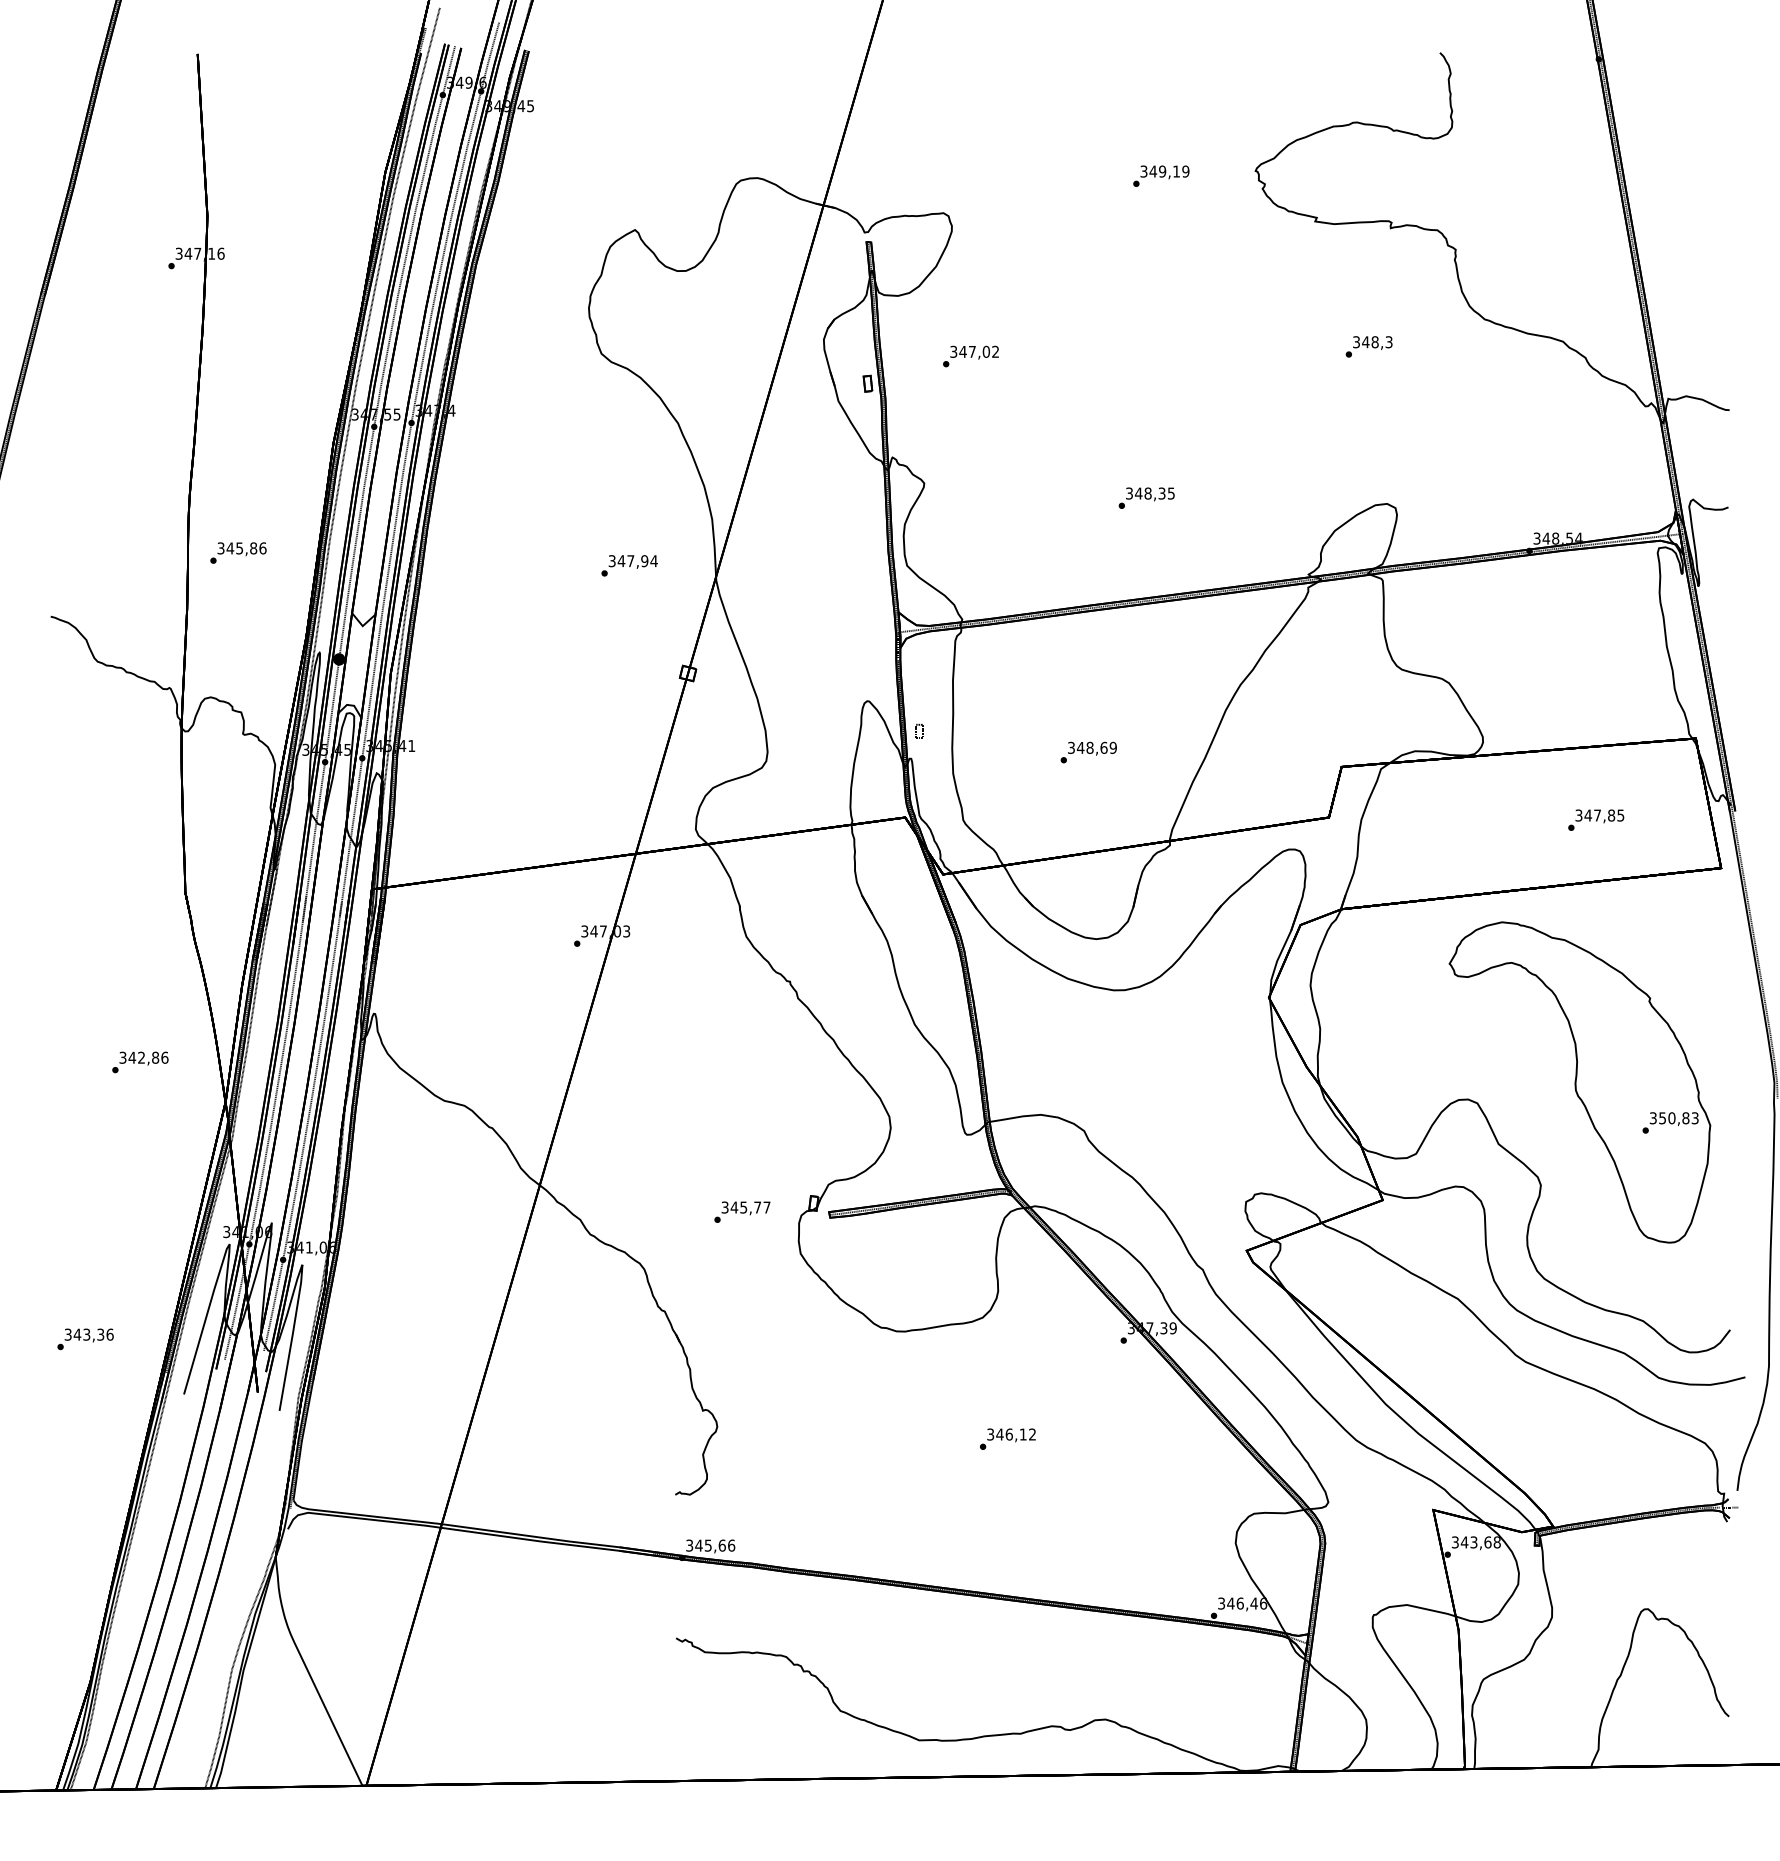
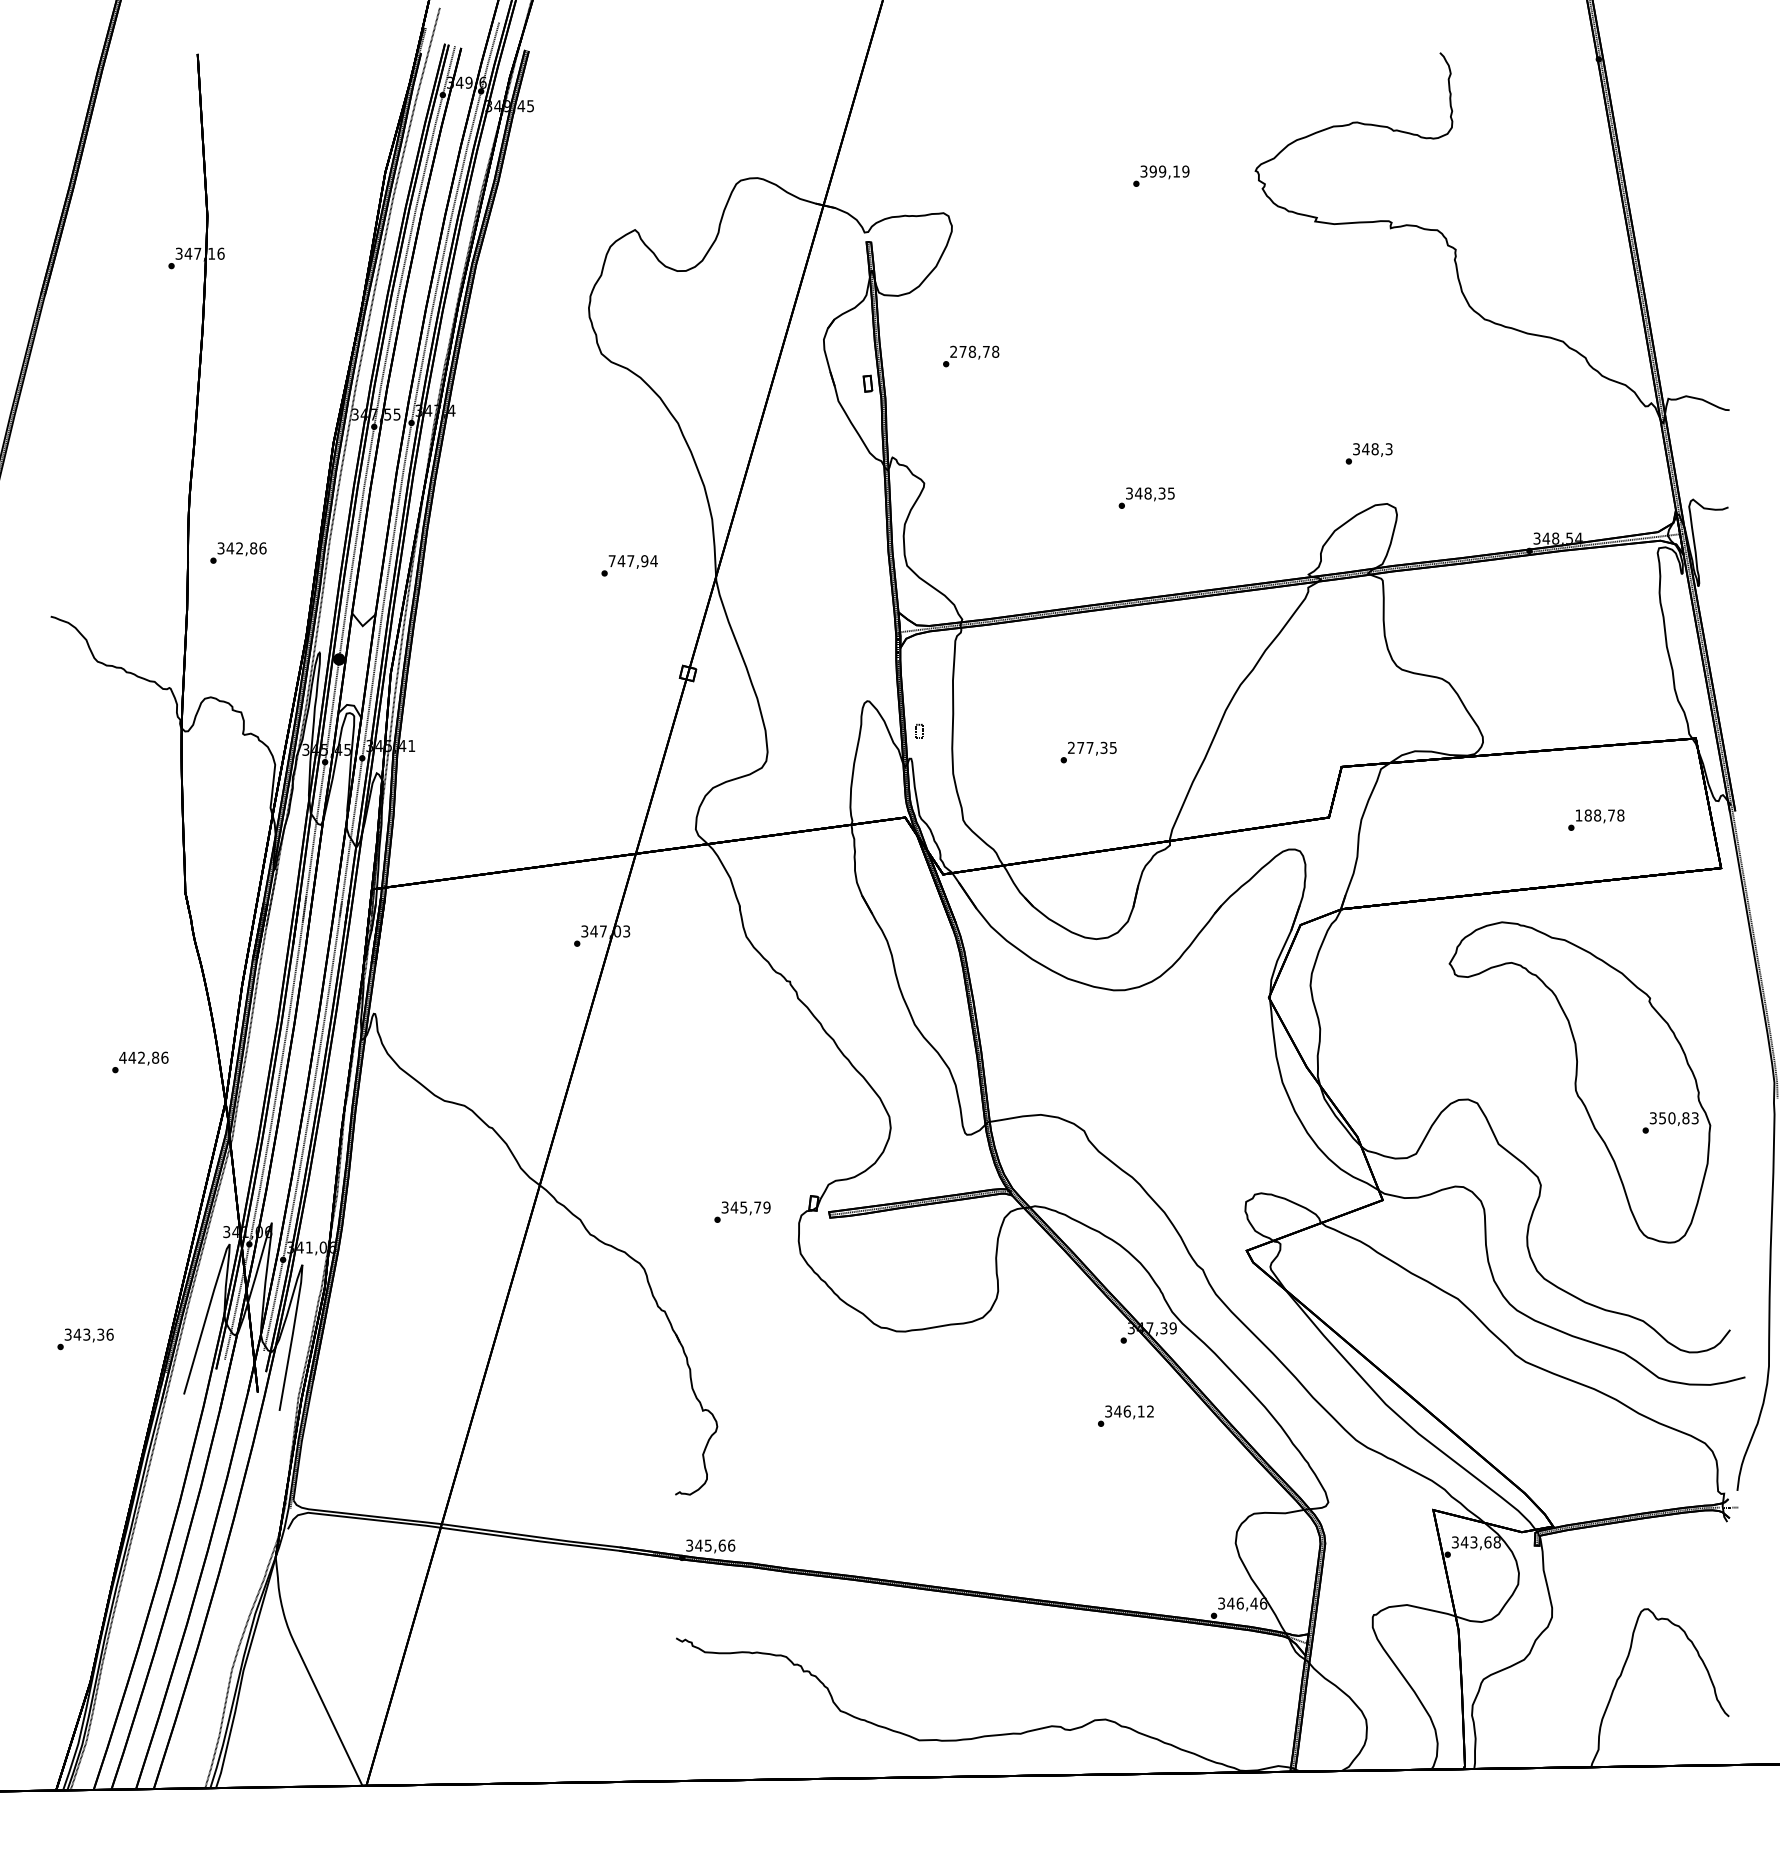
text at (1153, 171): 349,19 -> 399,19
text at (1368, 346) position: (1368, 346) -> (1368, 453)
text at (974, 351): 347,02 -> 278,78
text at (239, 548): 345,86 -> 342,86
text at (611, 561): 347,94 -> 747,94
text at (1092, 747): 348,69 -> 277,35
text at (1599, 815): 347,85 -> 188,78
text at (122, 1057): 342,86 -> 442,86
text at (766, 1207): 345,77 -> 345,79
text at (1007, 1438) position: (1007, 1438) -> (1125, 1415)
